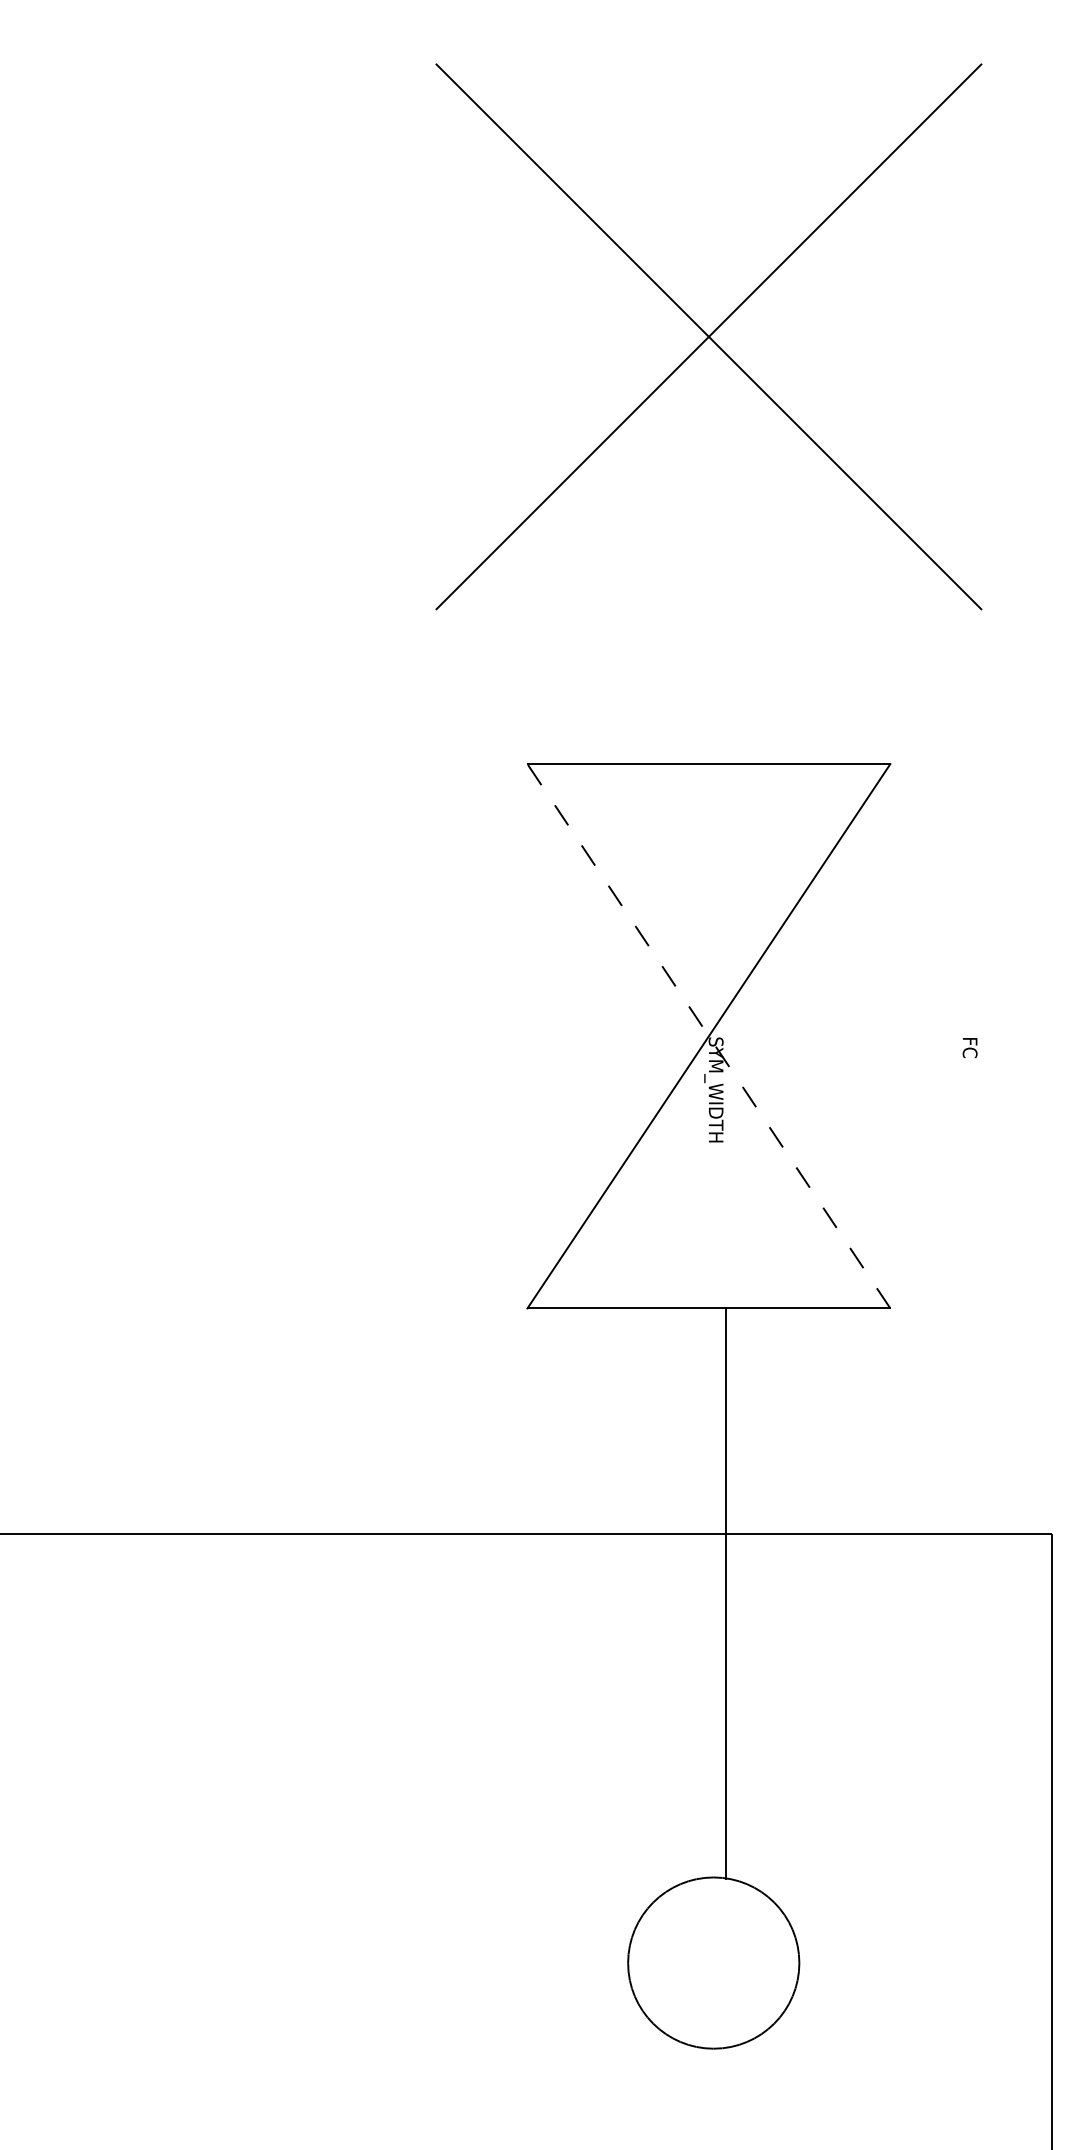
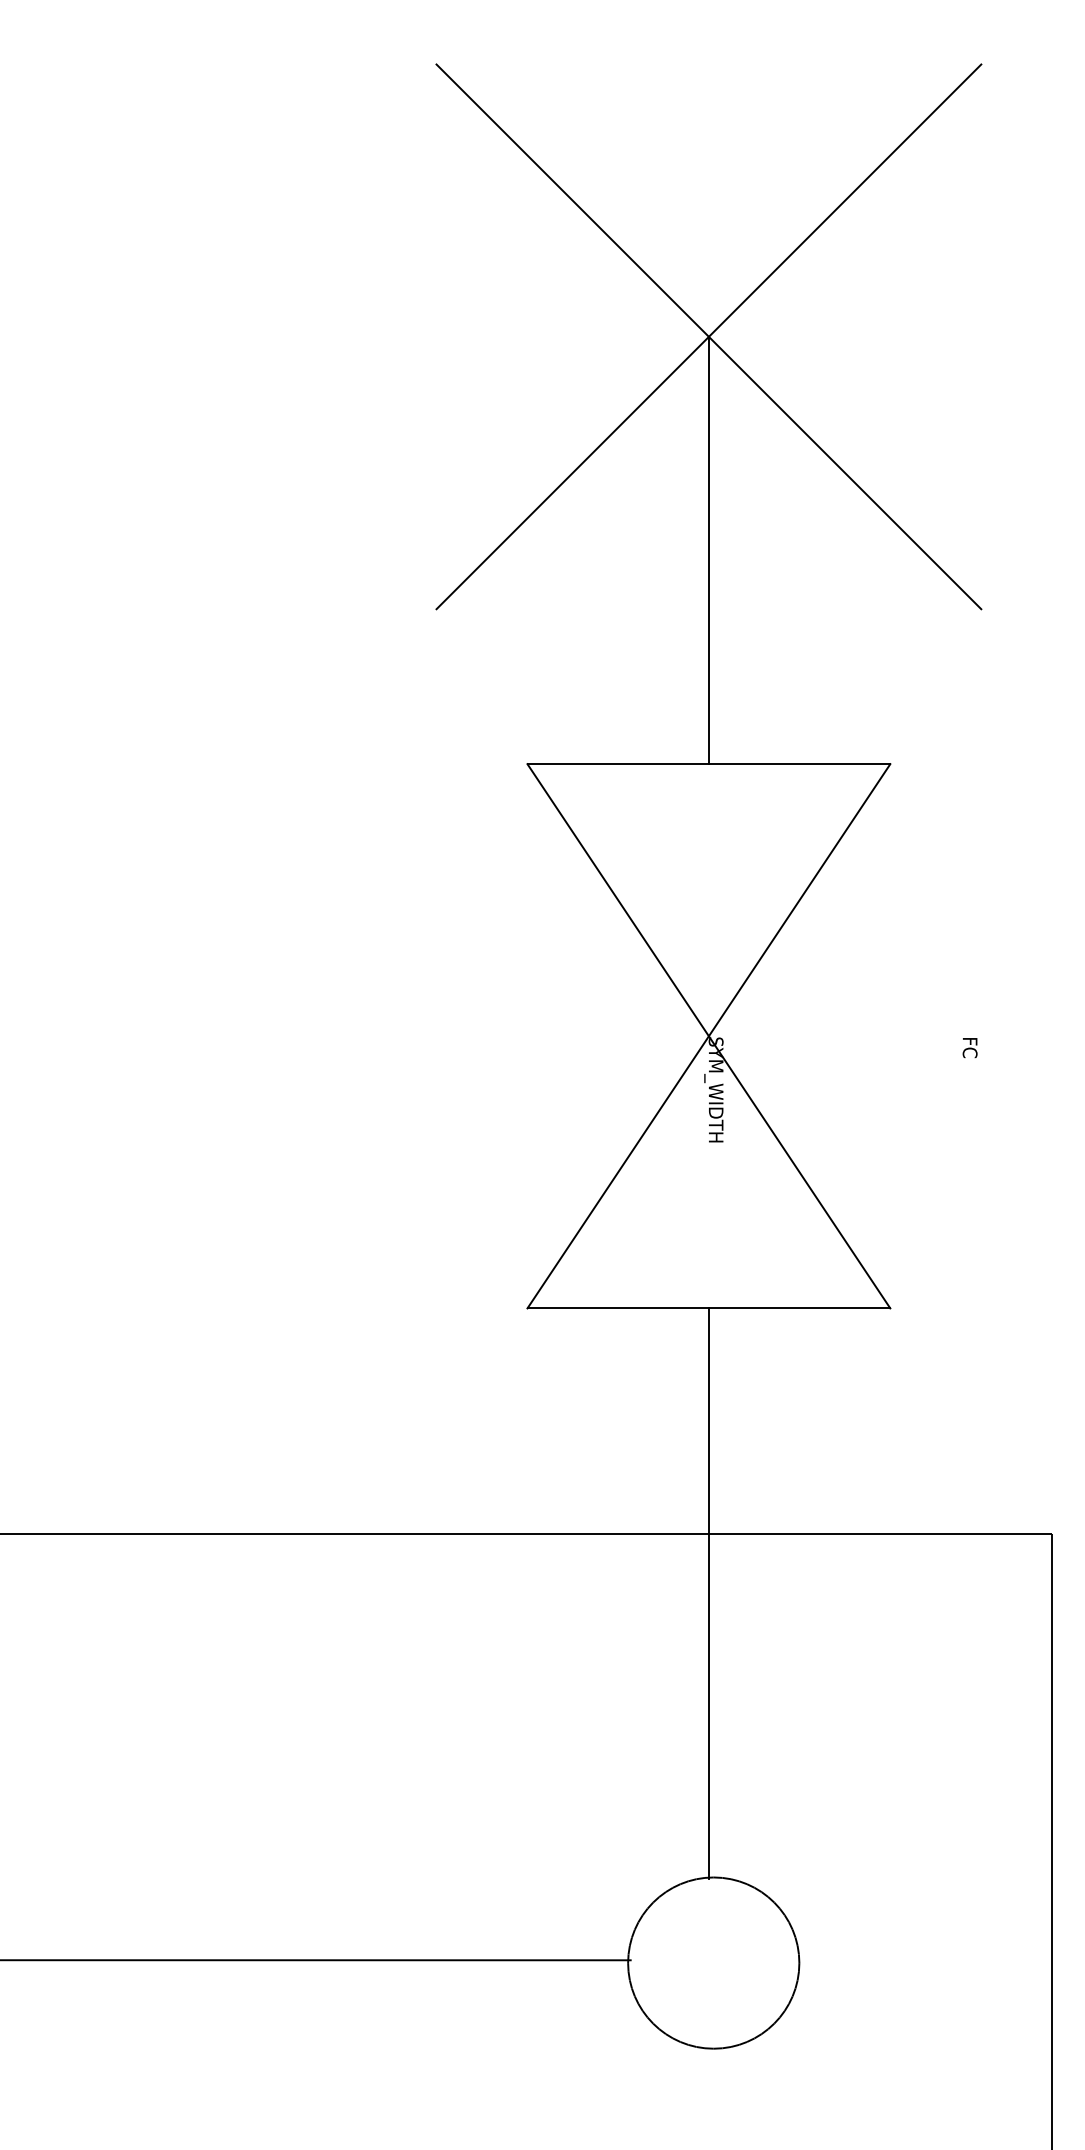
line at (708, 550): none -> present
line at (708, 1035): dashed -> solid
line at (725, 1593) position: (725, 1593) -> (708, 1593)
line at (316, 1960): none -> present
